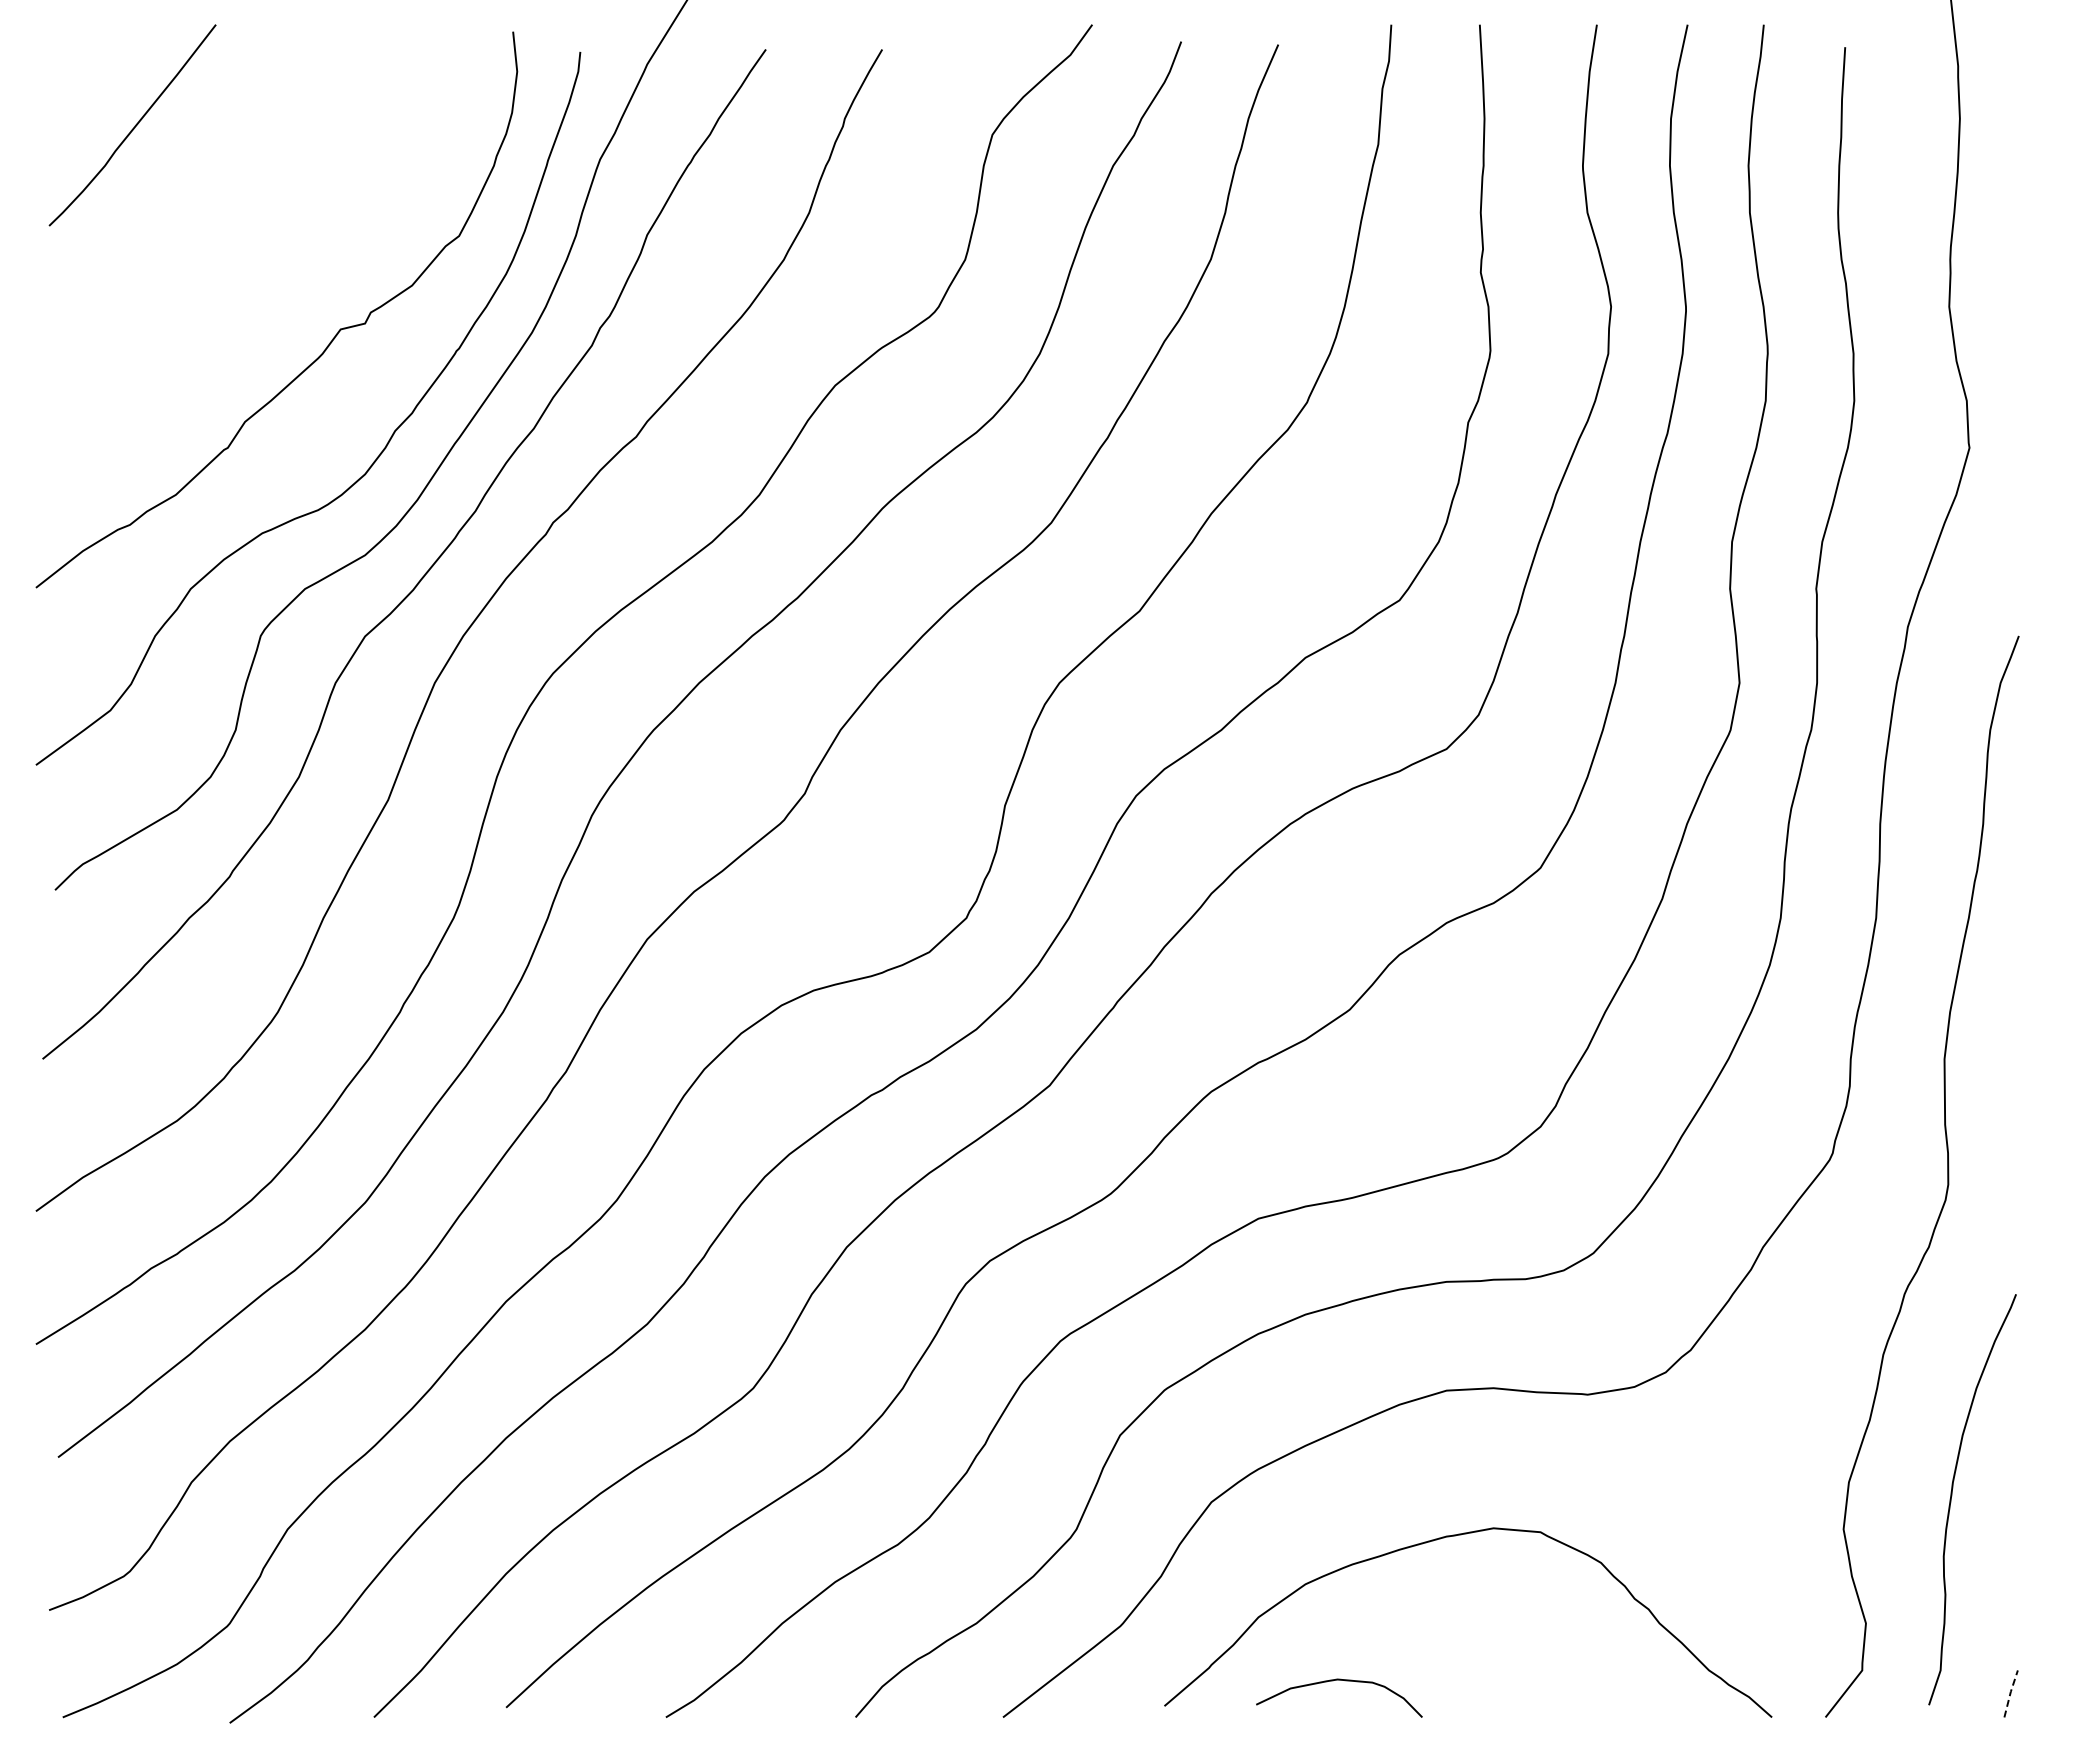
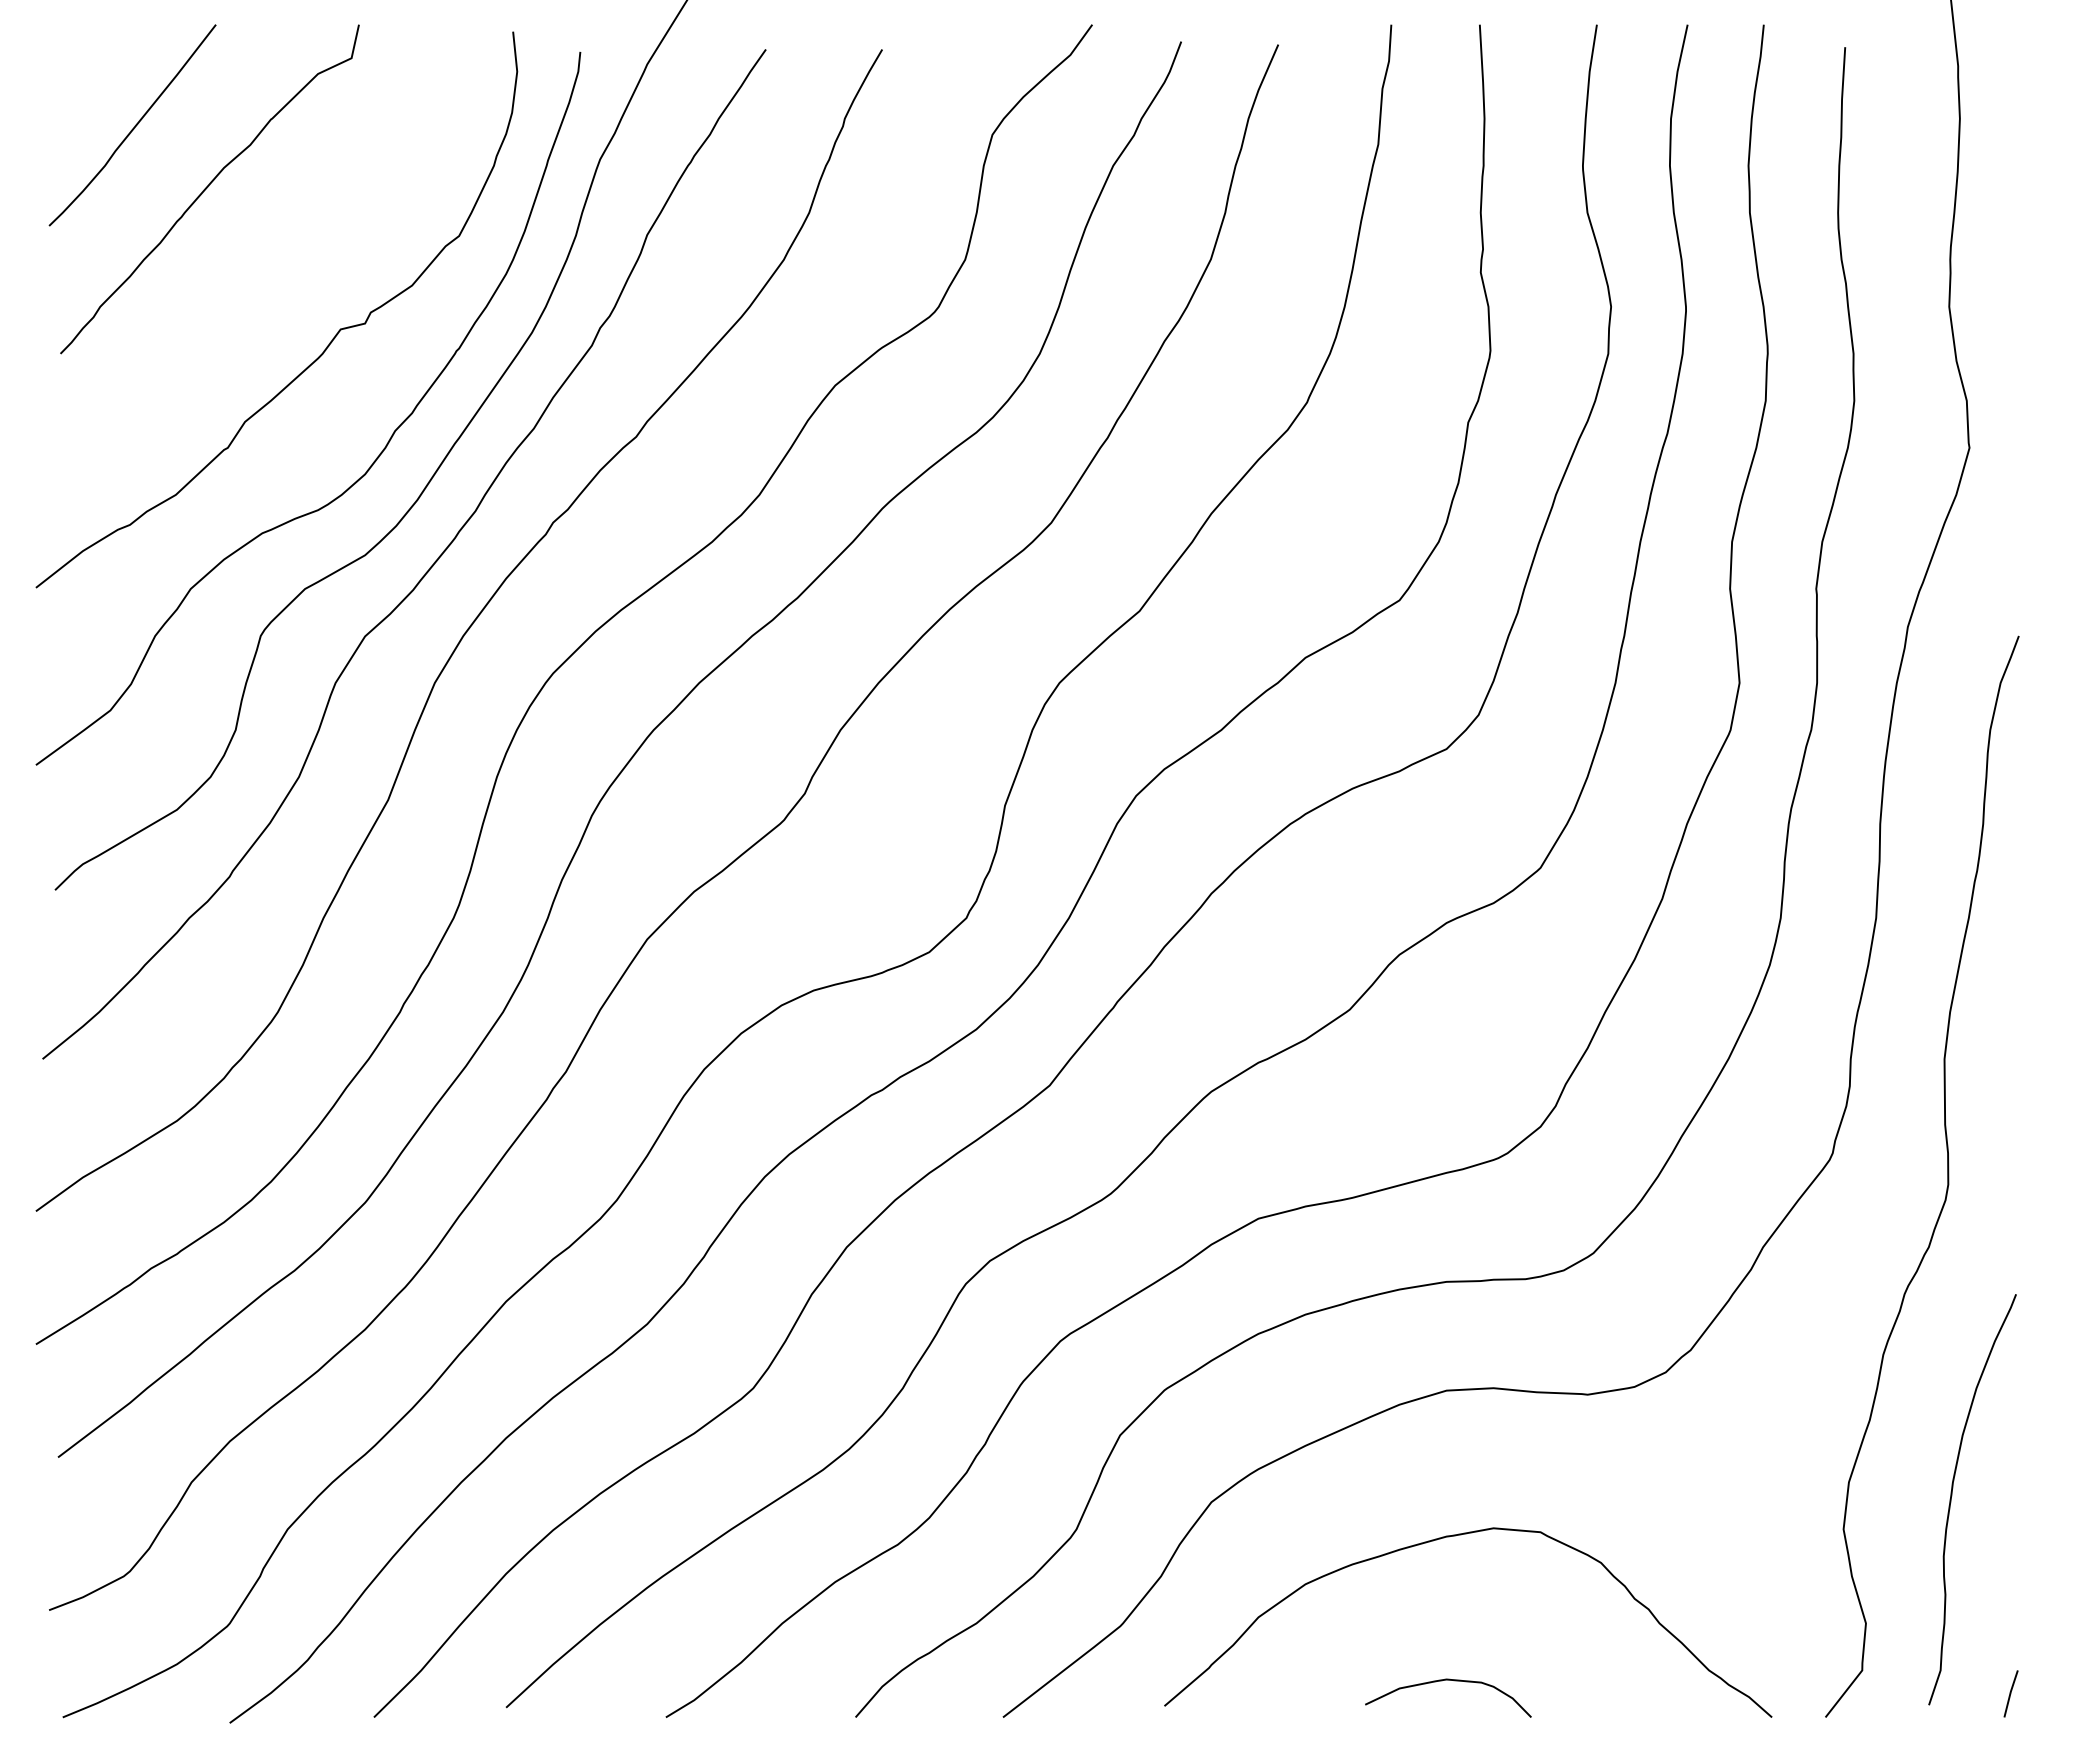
curve at (208, 187): none -> present
curve at (1339, 1680) position: (1339, 1680) -> (1448, 1680)
line at (2010, 1692): dashed -> solid
